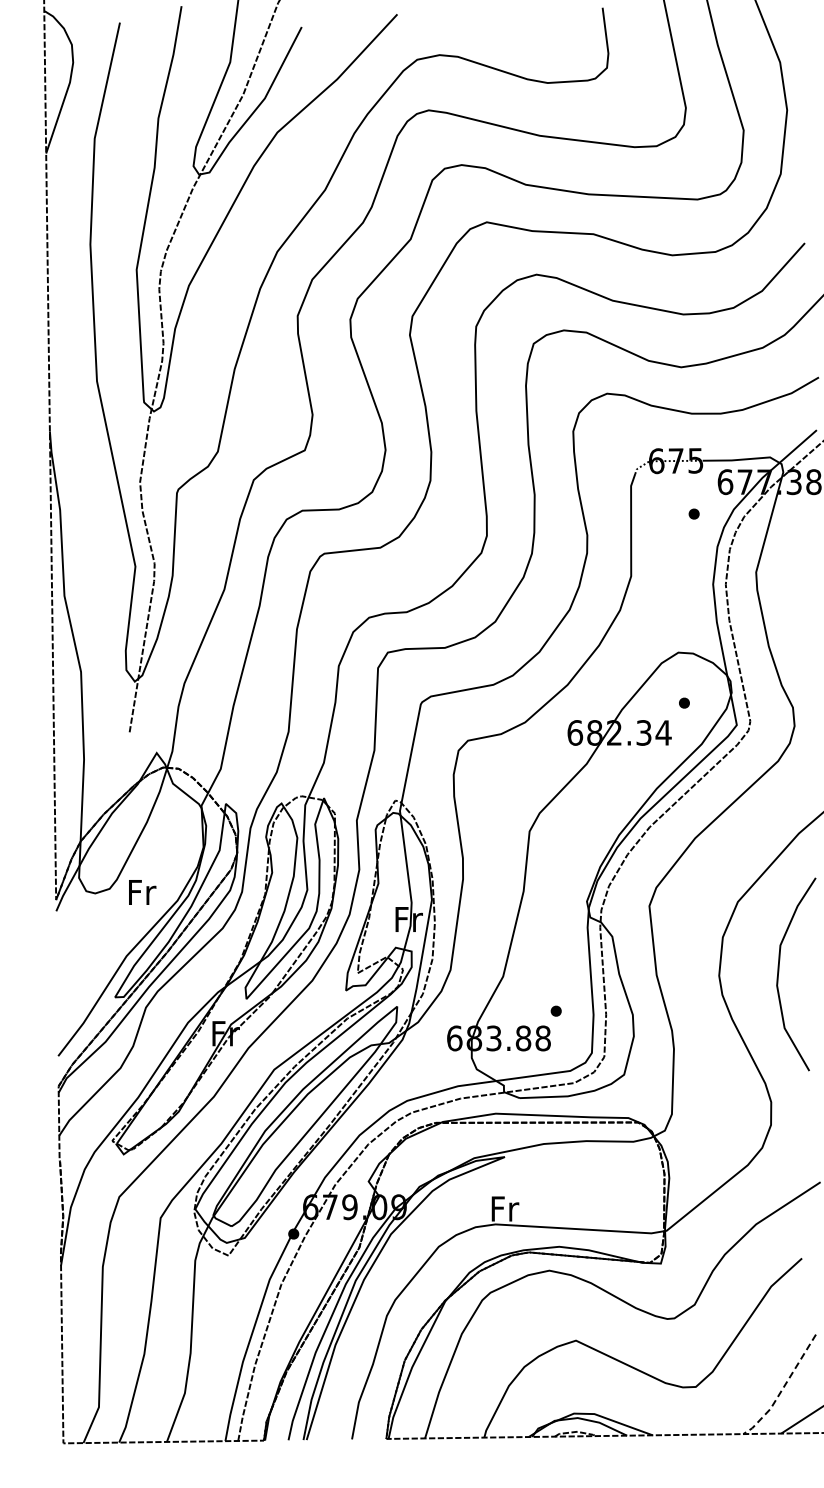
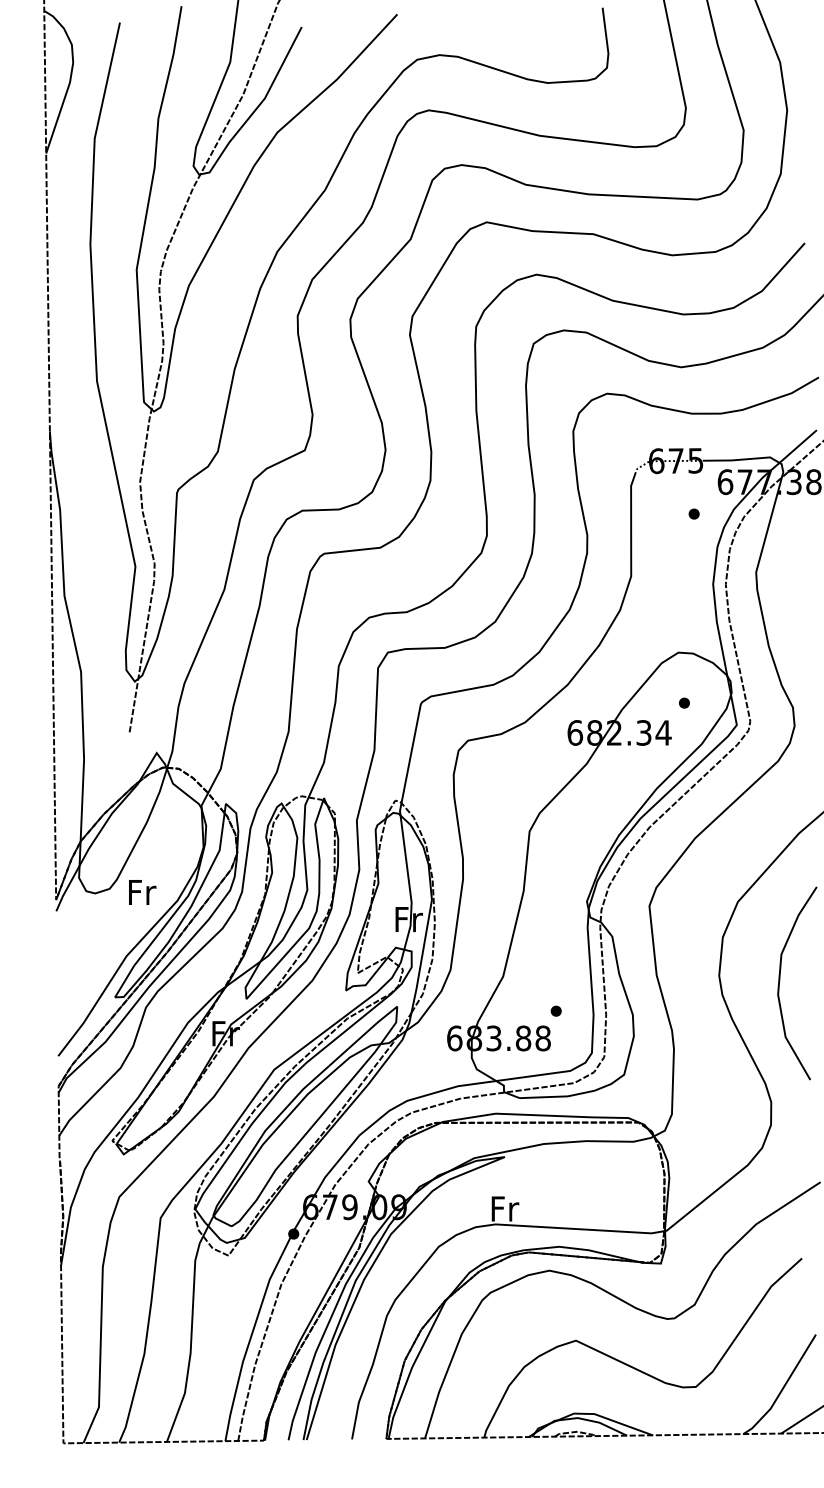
curve at (779, 972) position: (779, 972) -> (780, 981)
line at (782, 1388): dashed -> solid
